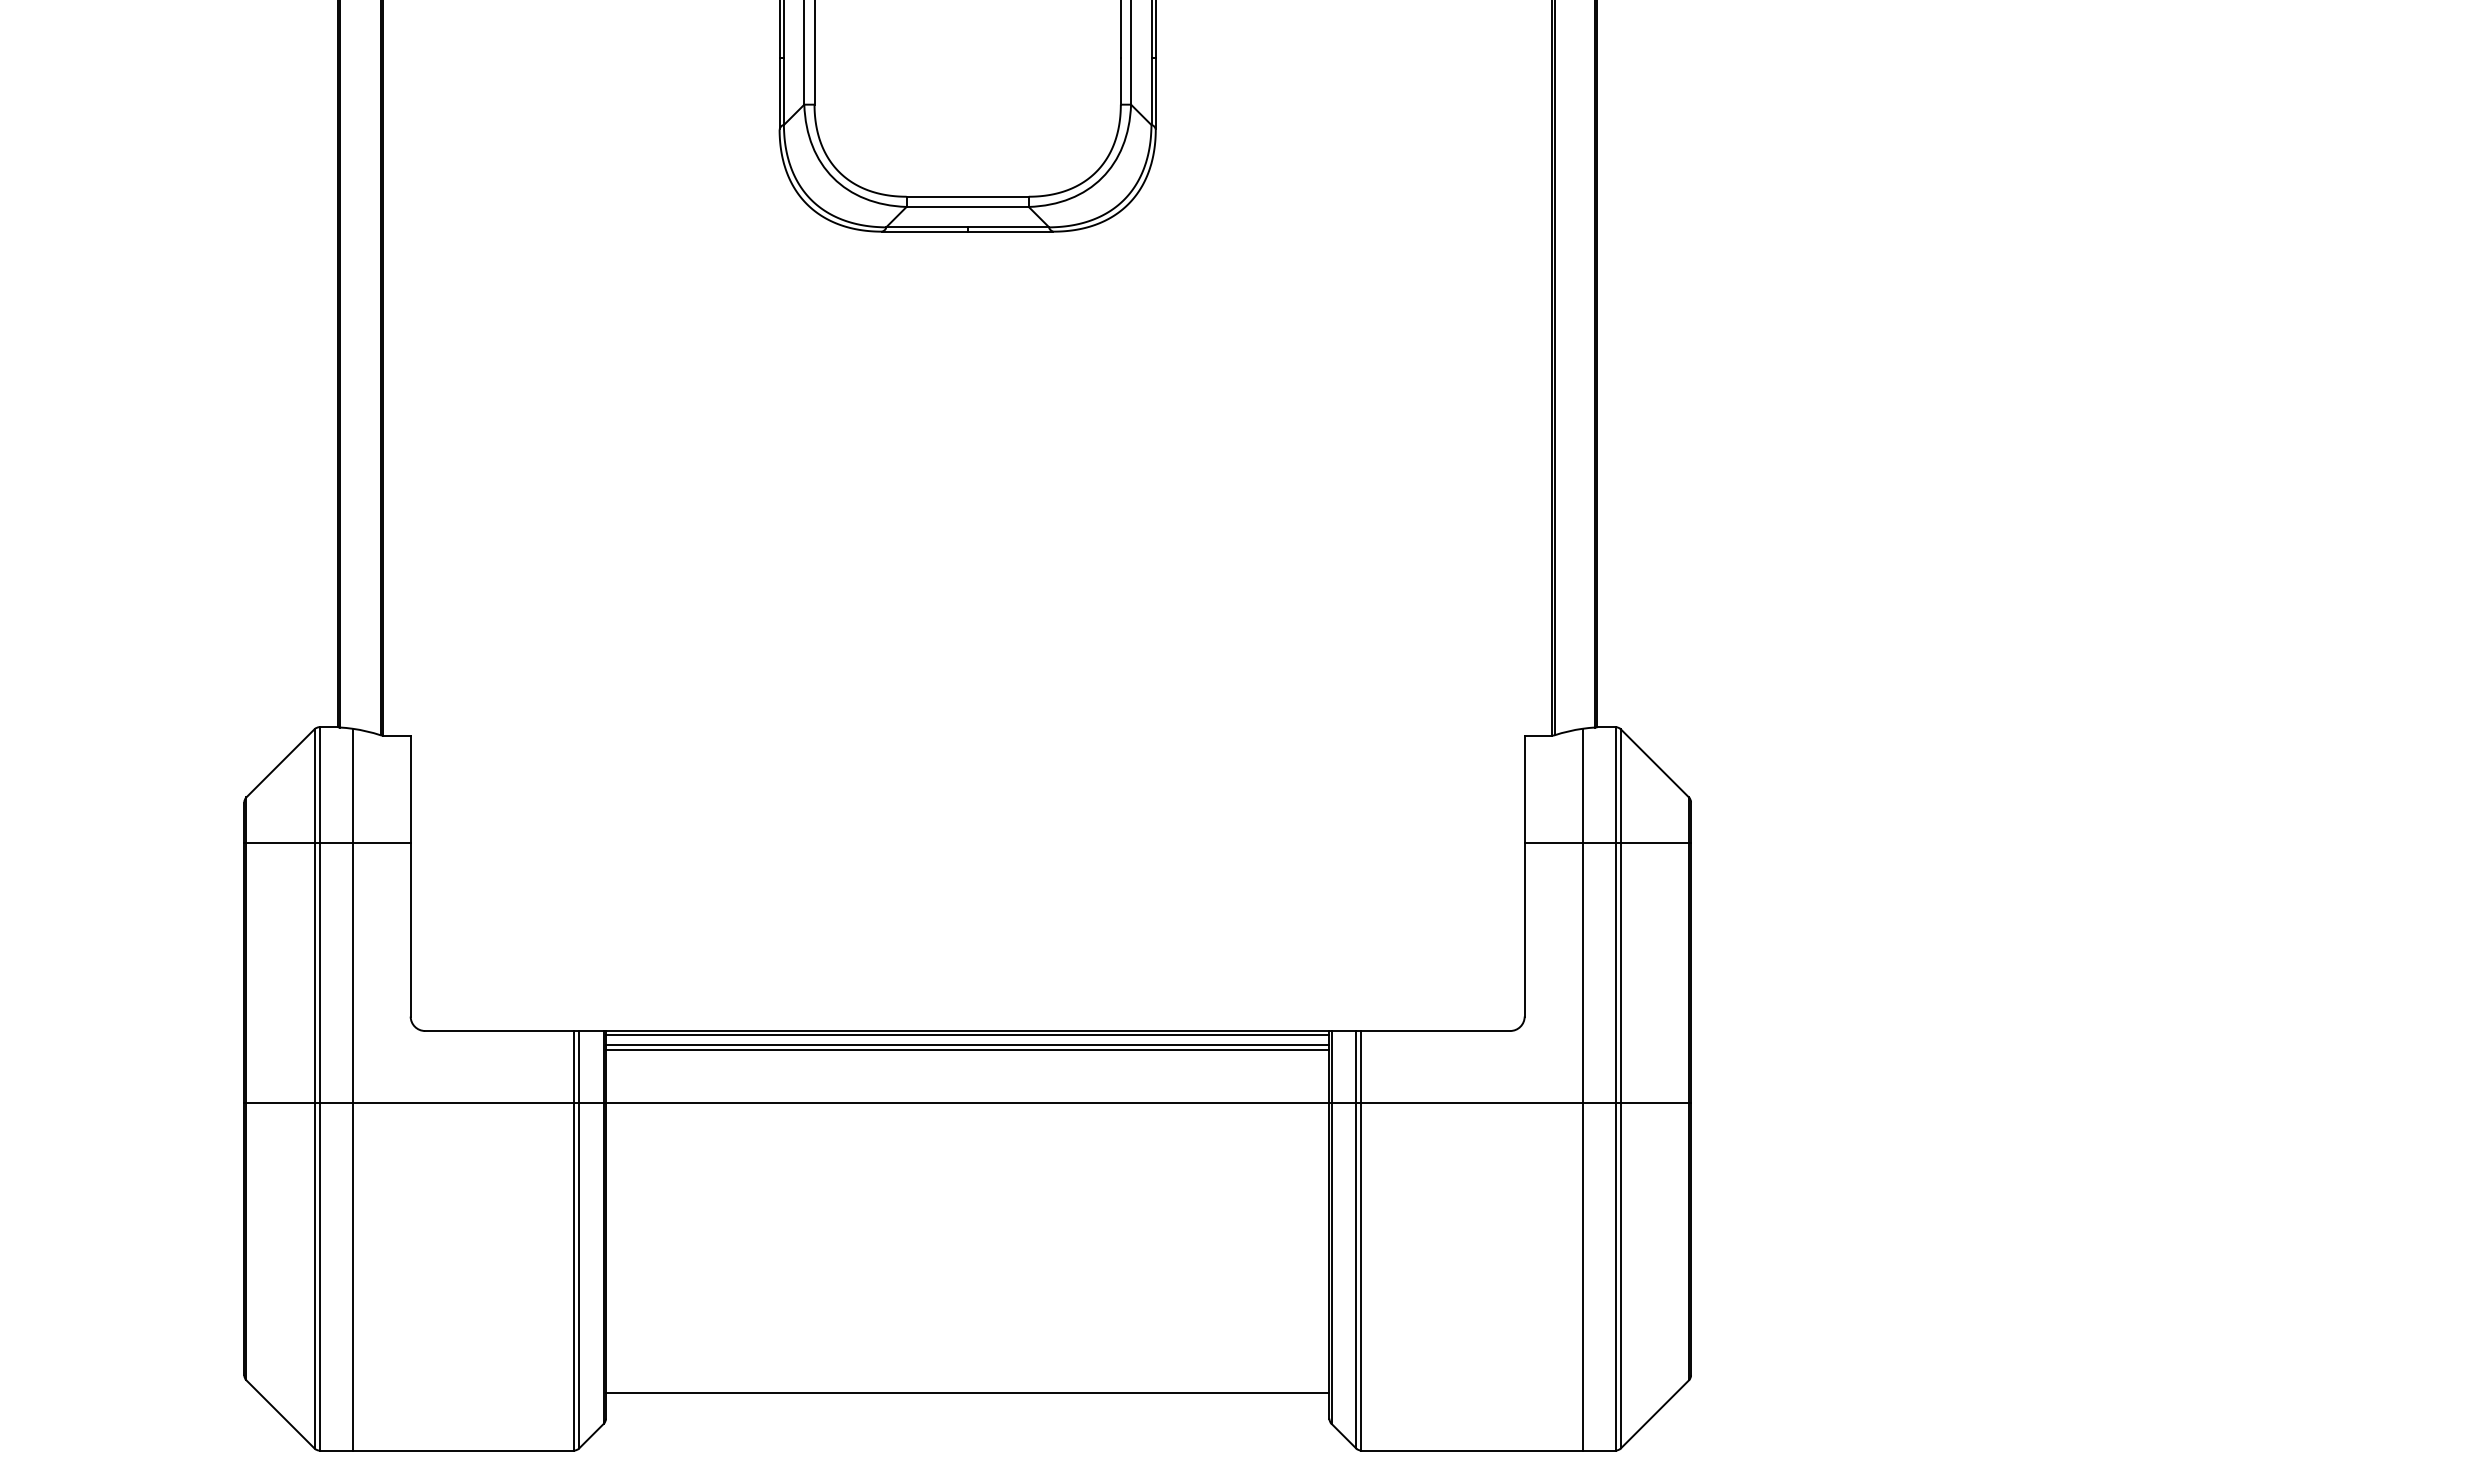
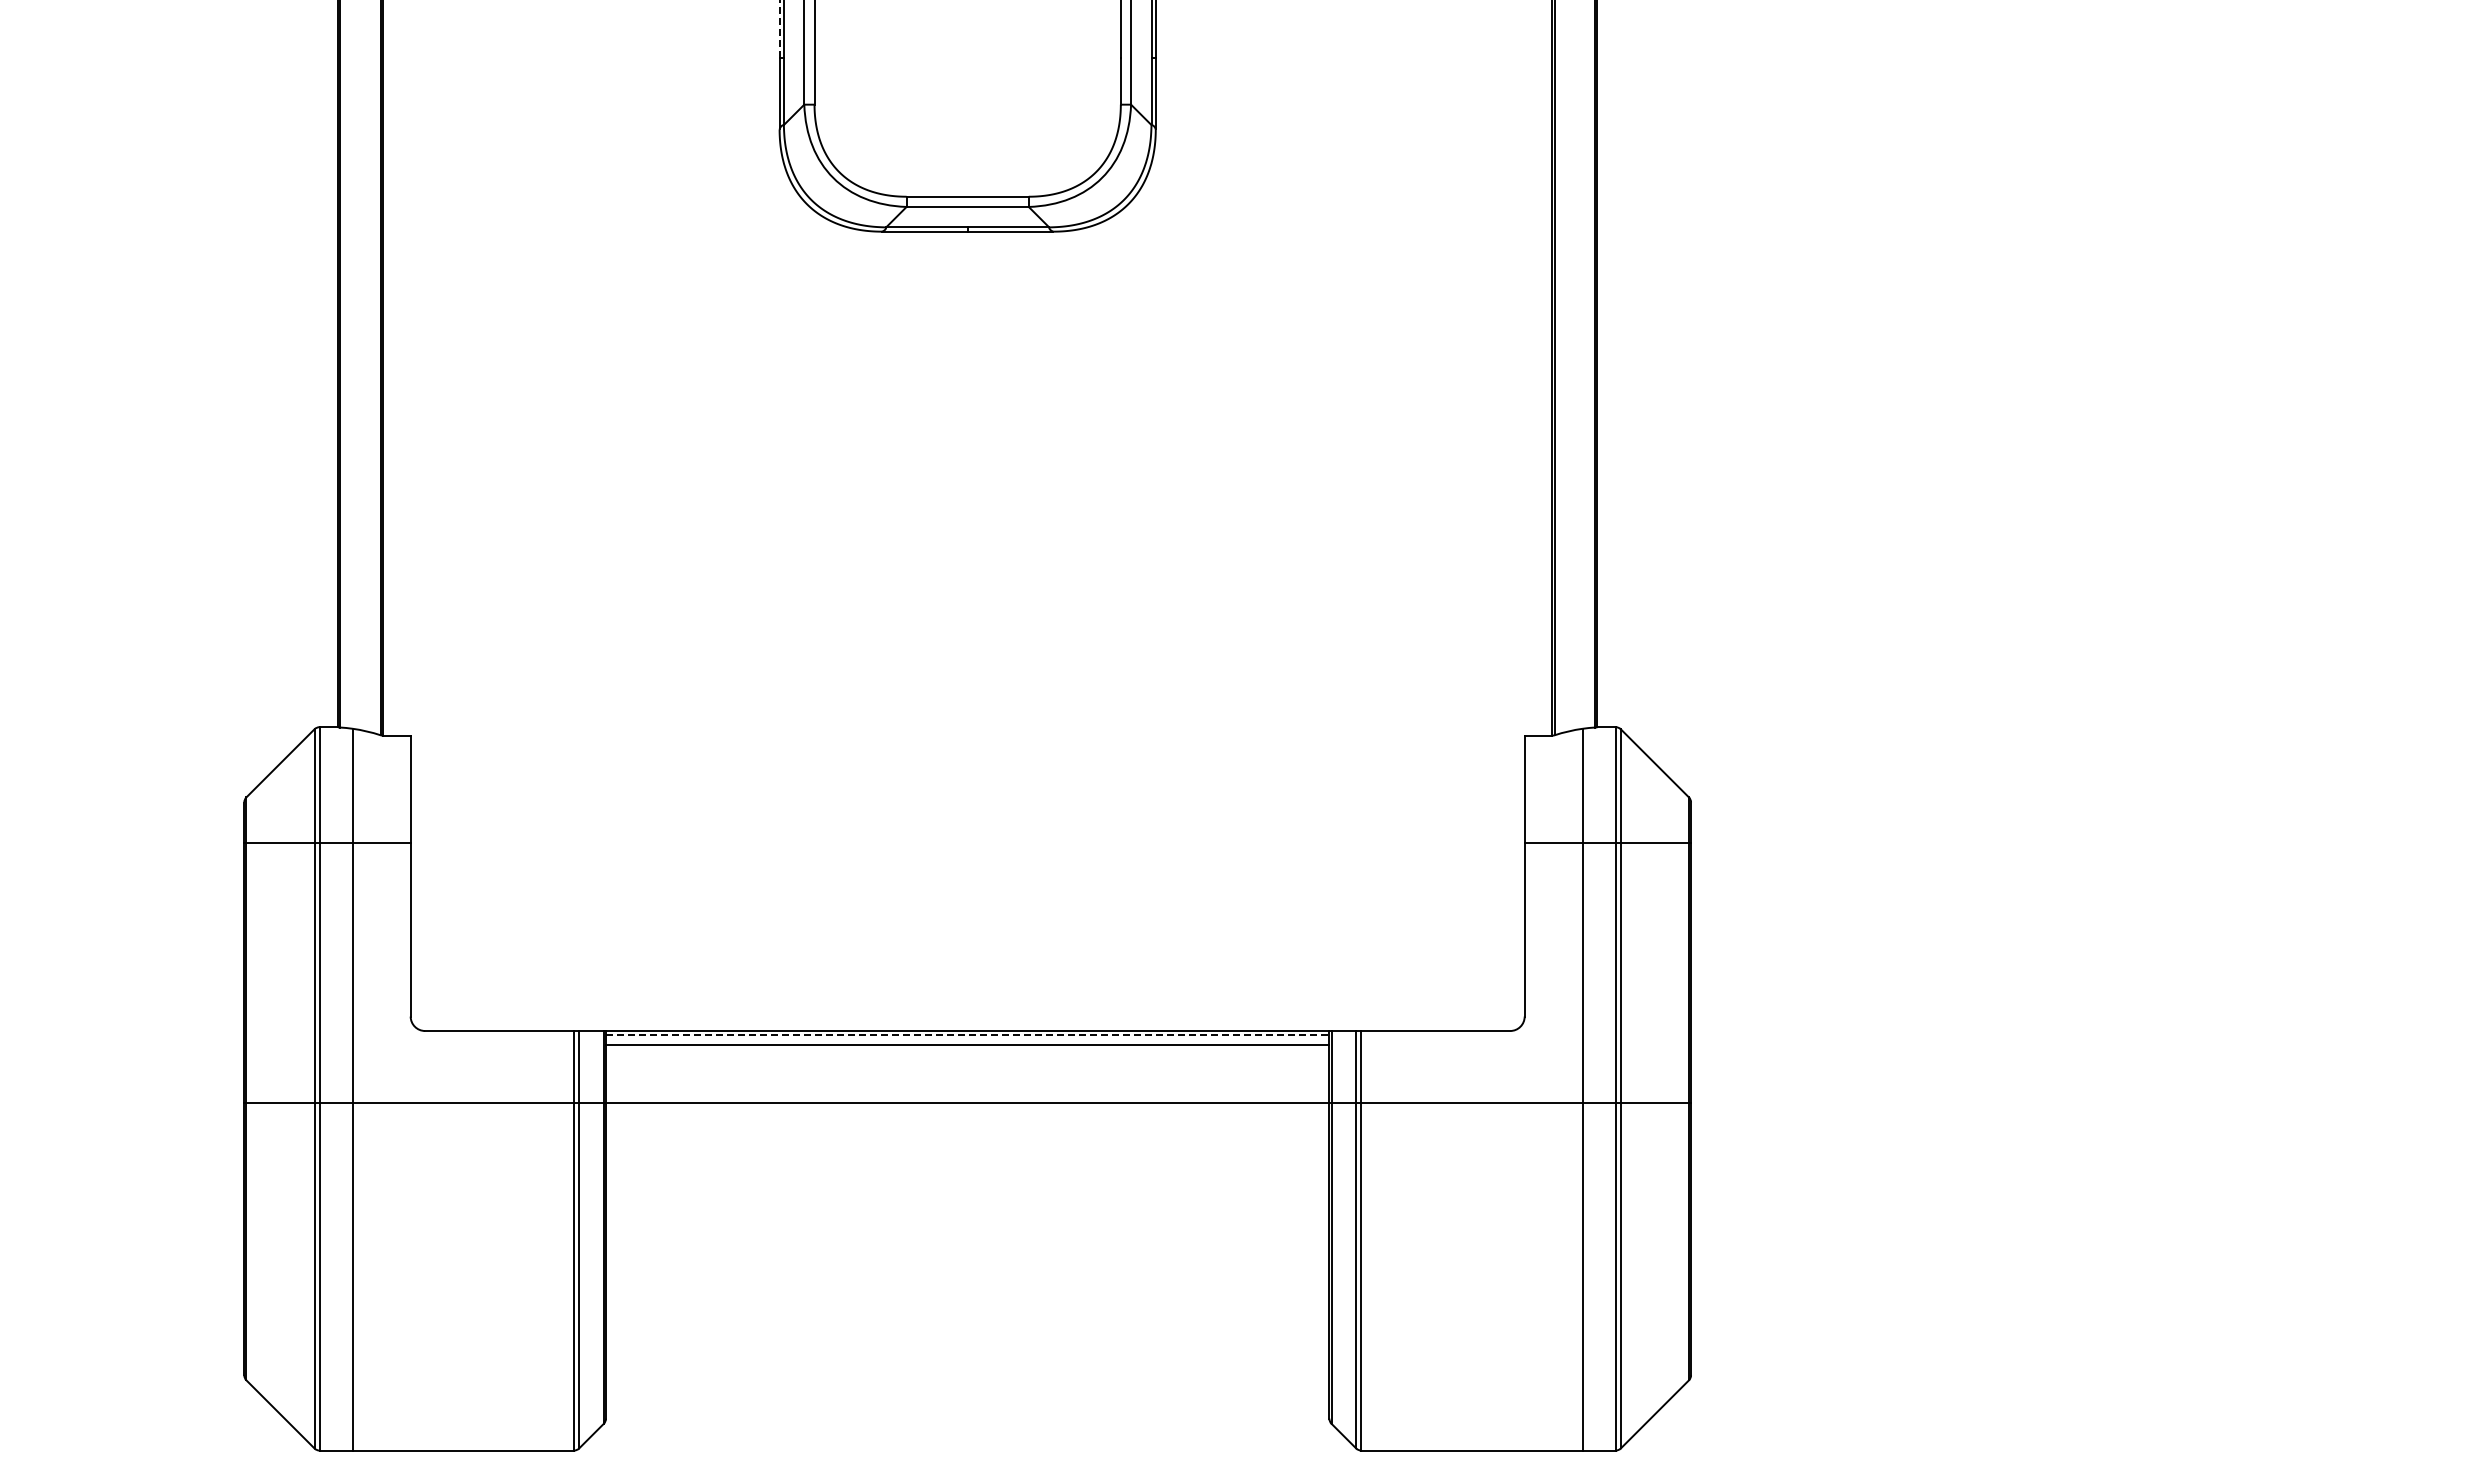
line at (779, 28): solid -> dashed
line at (967, 1035): solid -> dashed
line at (967, 1049): present -> none
line at (967, 1392): present -> none
